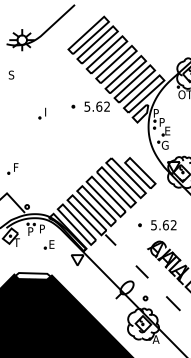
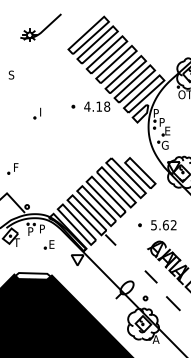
part at (40, 27) size: 70x48 px -> 42x29 px
text at (97, 106): 5.62 -> 4.18
part at (42, 113) position: (42, 113) -> (37, 113)
line at (141, 271) position: (141, 271) -> (150, 276)
